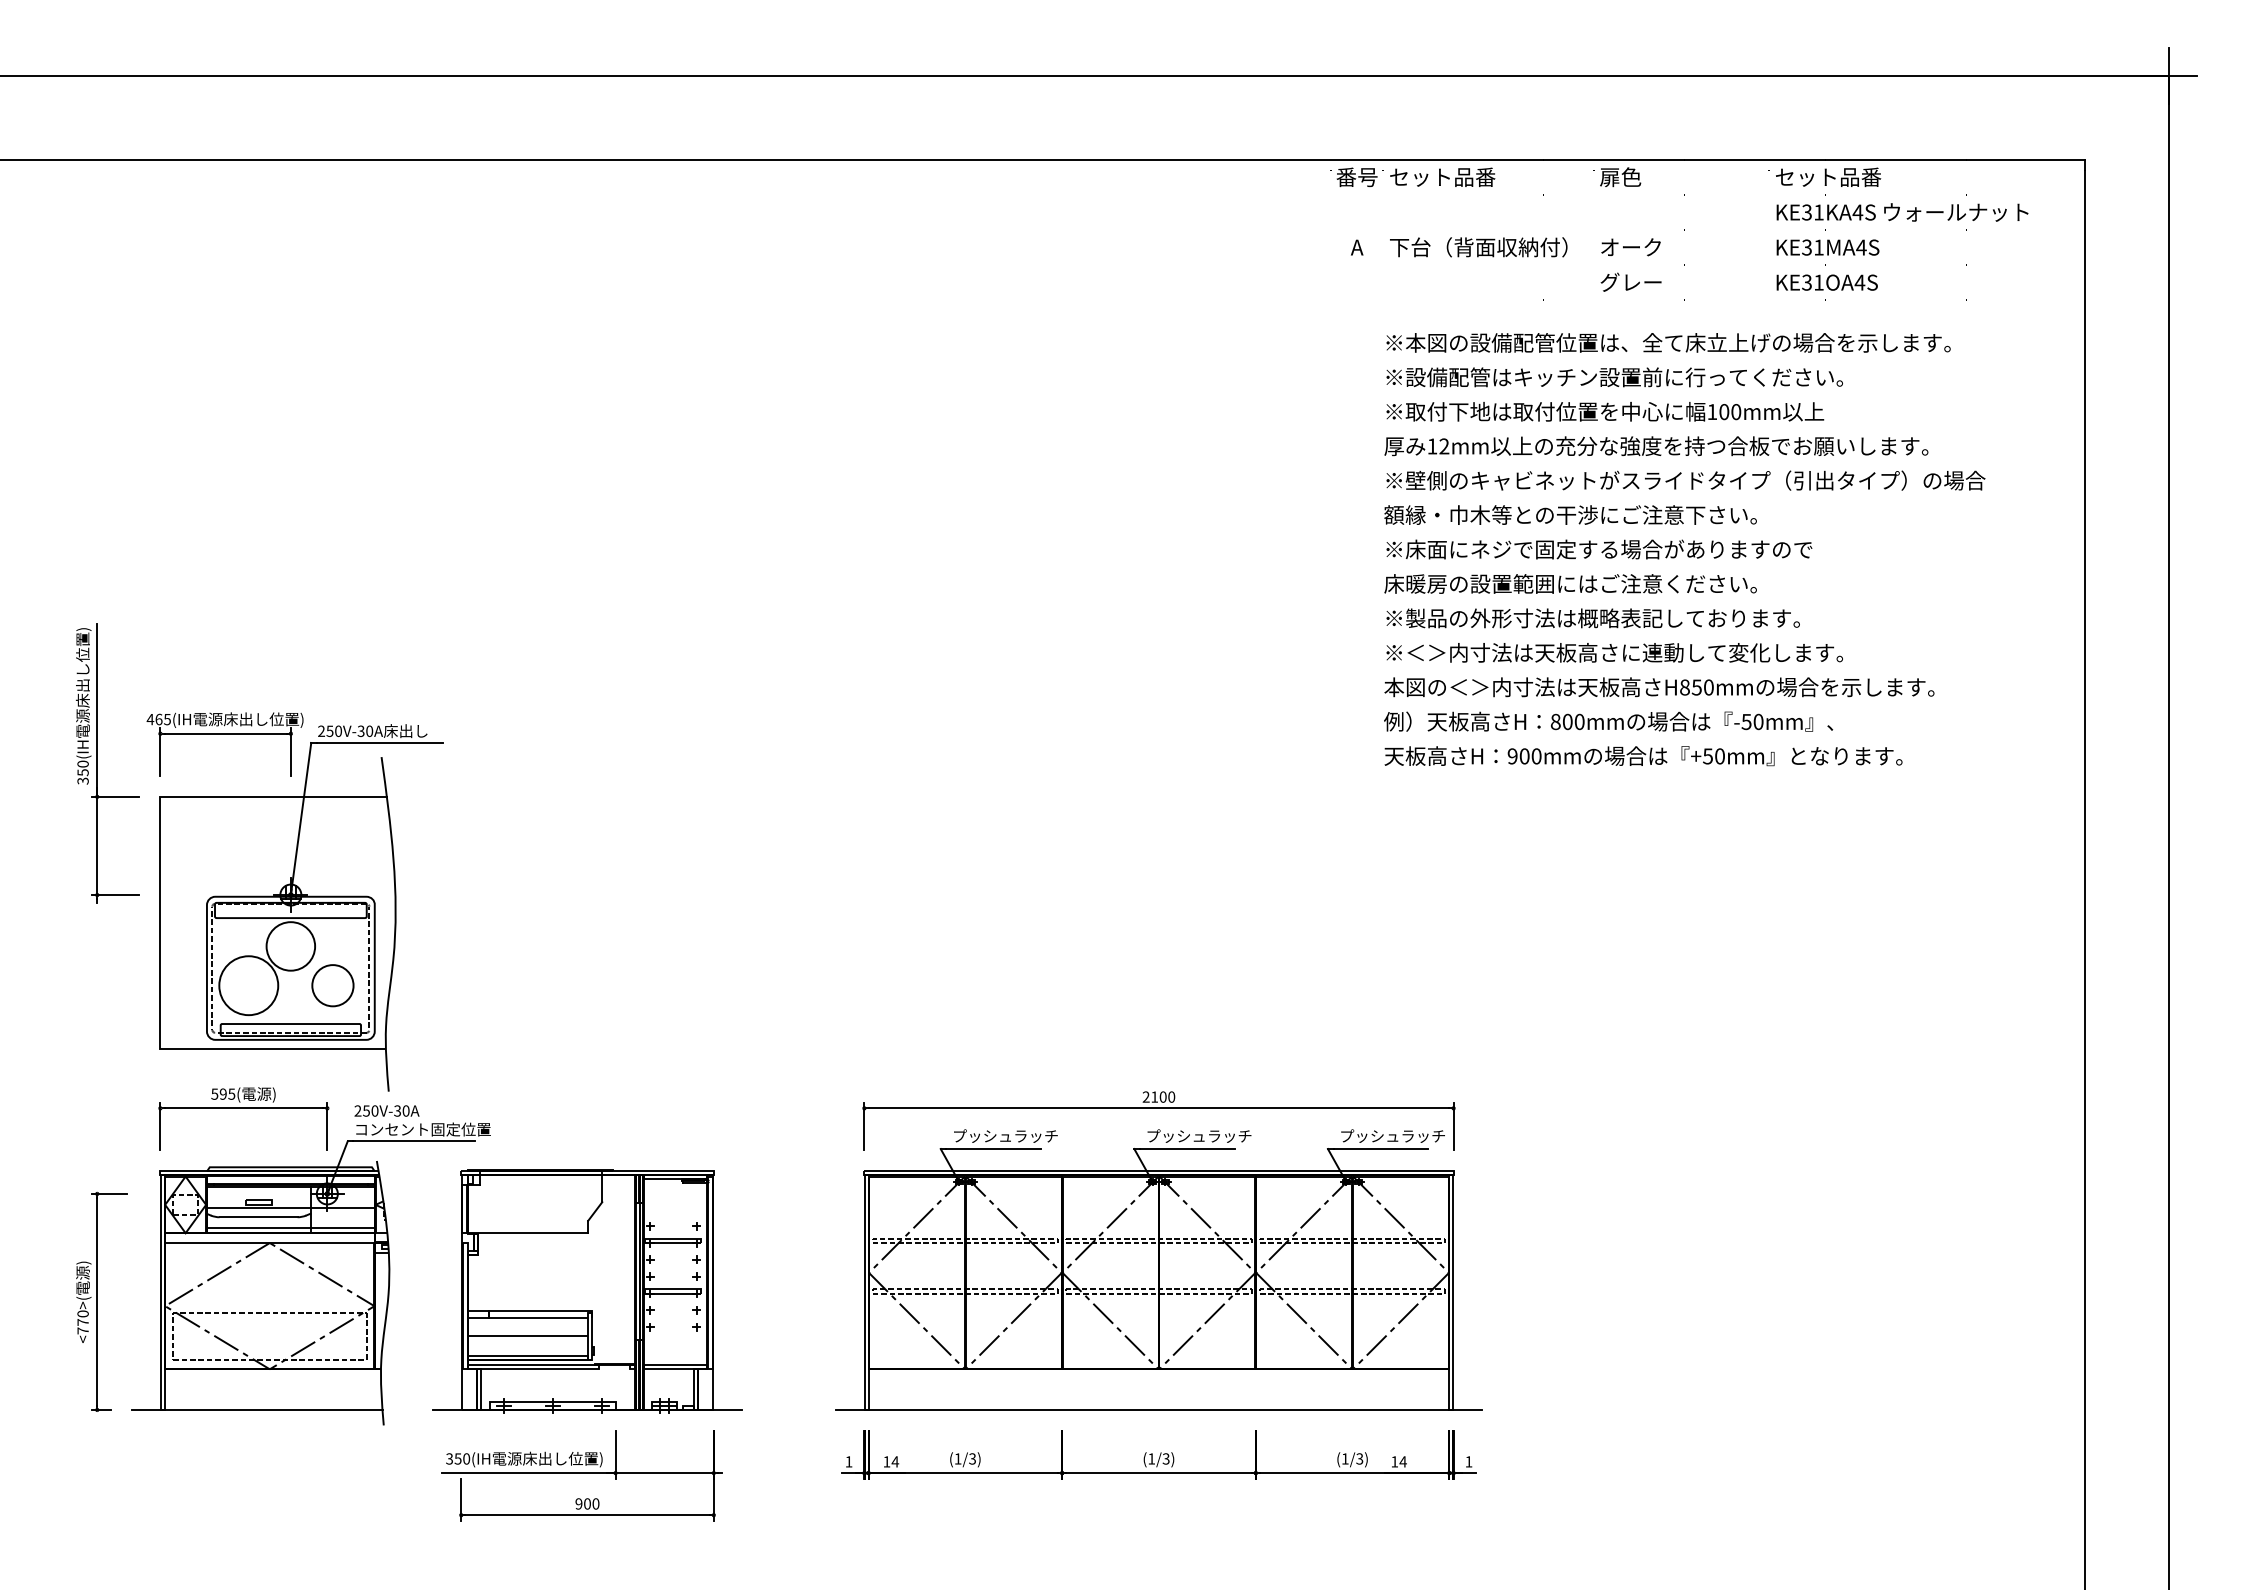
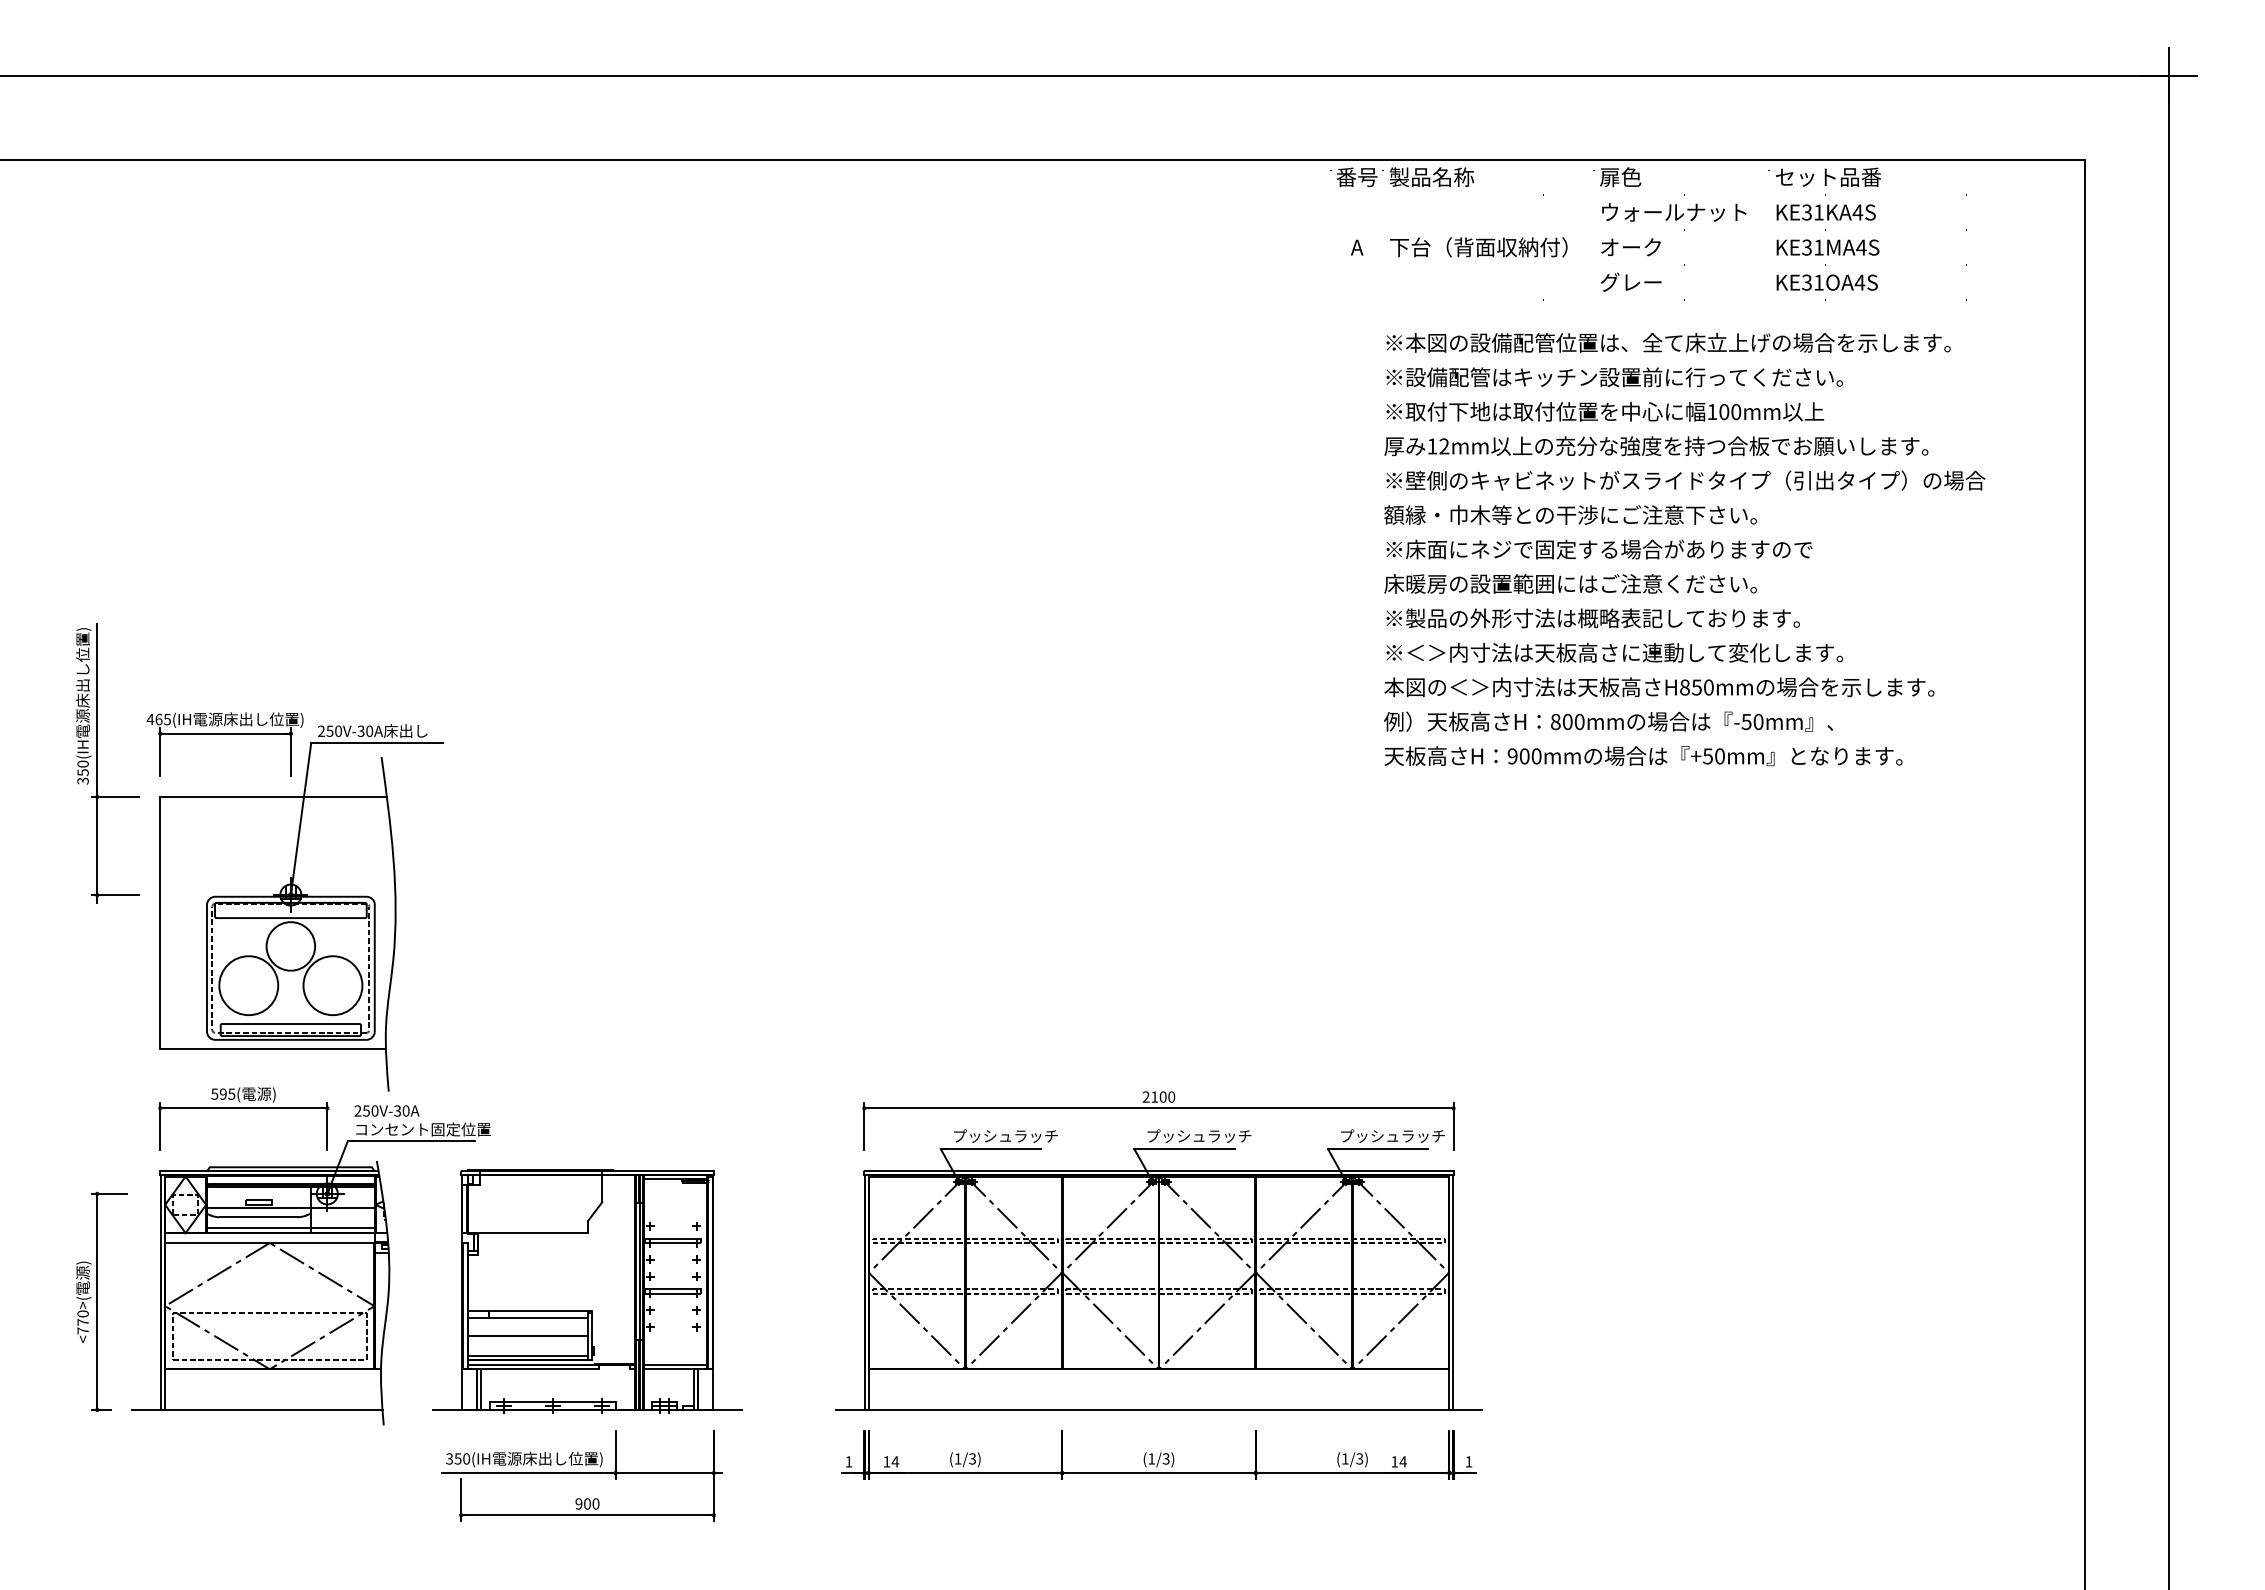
text at (1442, 177): セット品番 -> 製品名称
text at (1956, 212) position: (1956, 212) -> (1674, 212)
circle at (332, 985) diameter: 41 px -> 59 px
